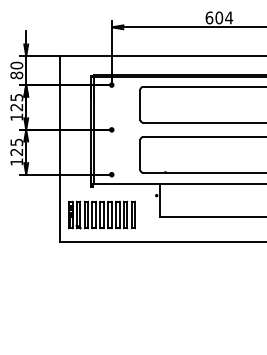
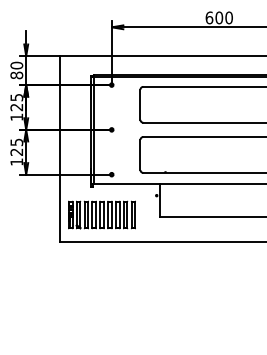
text at (229, 17): 604 -> 600
